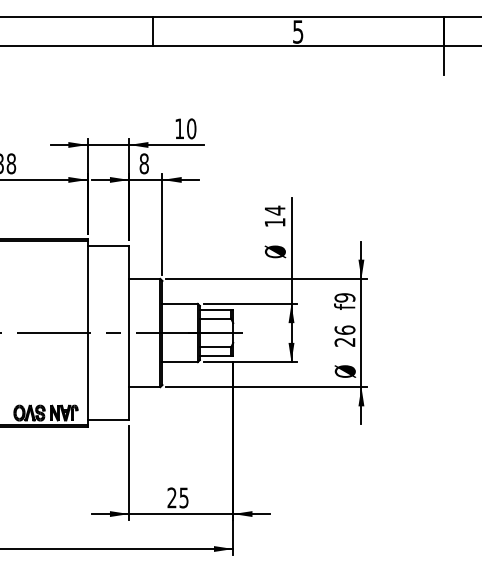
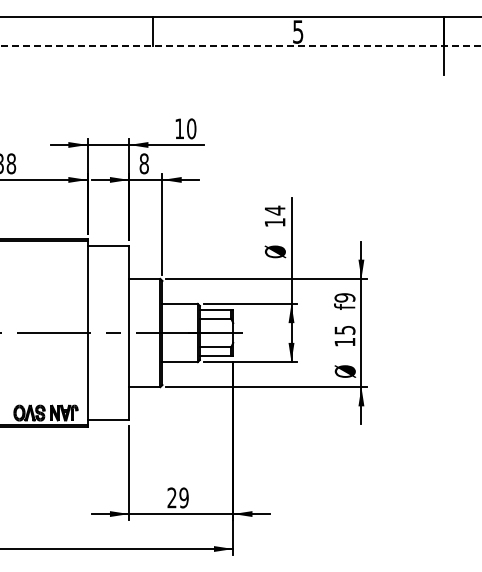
line at (241, 46): solid -> dashed
text at (344, 335): 26 -> 15
text at (183, 497): 25 -> 29
